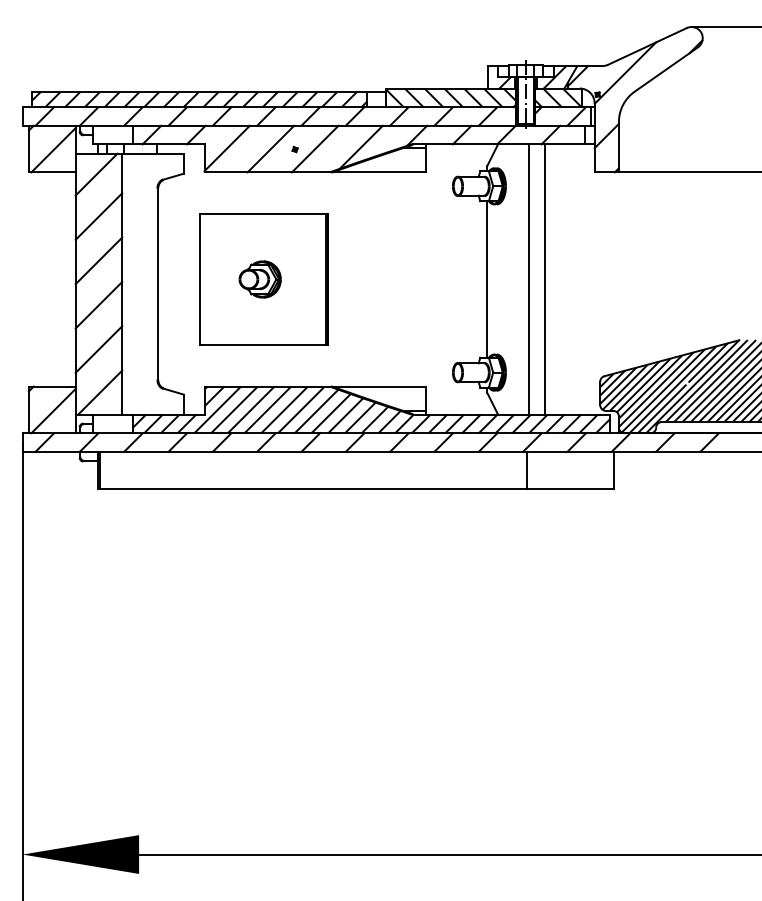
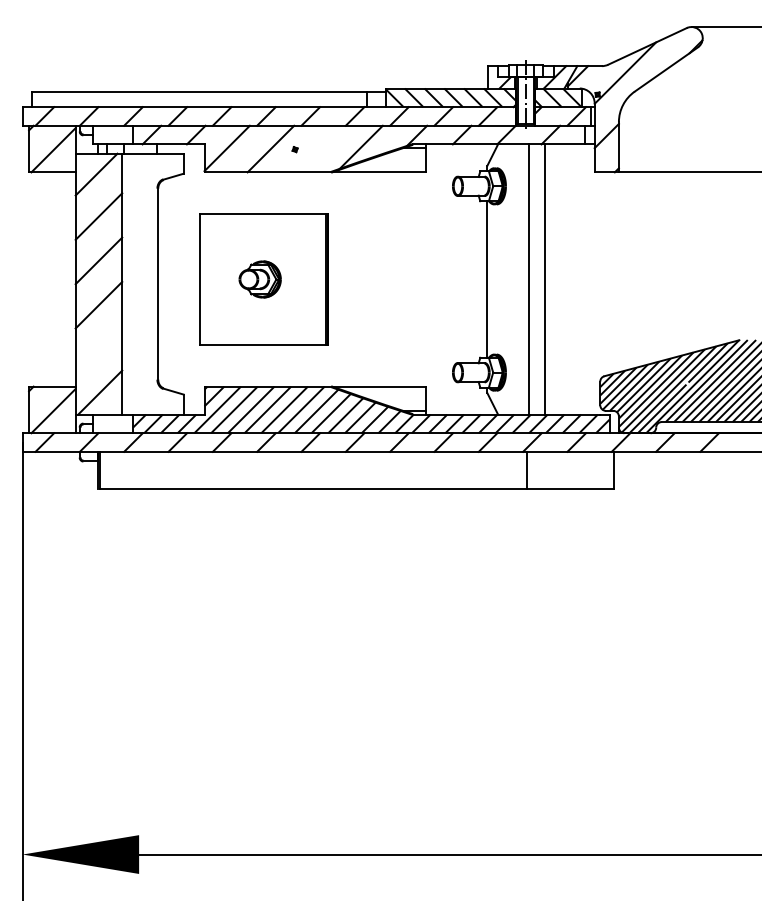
hatch at (199, 99): present -> none
line at (314, 148): present -> none
line at (98, 349): present -> none
